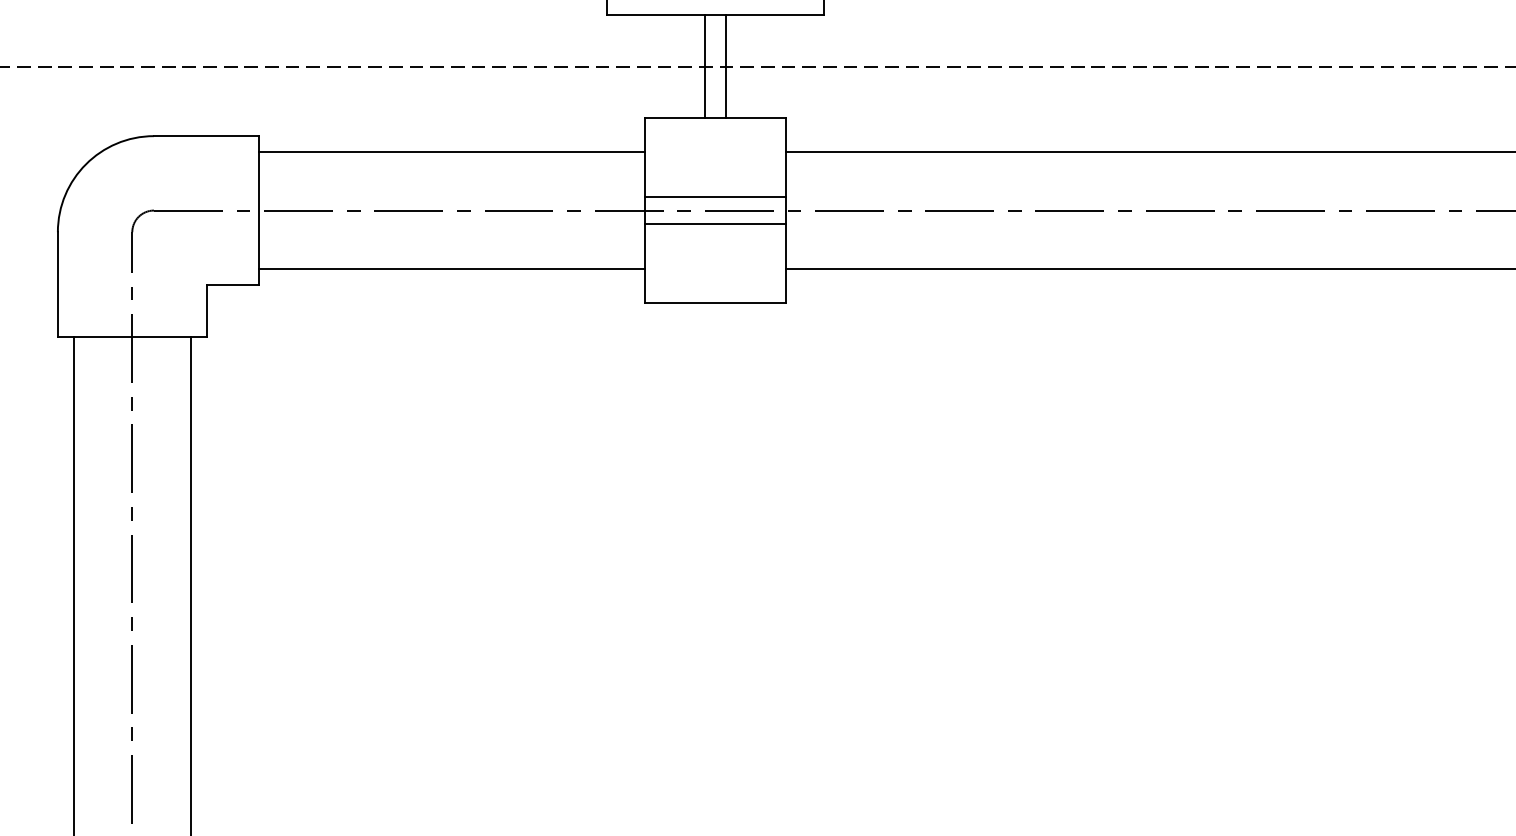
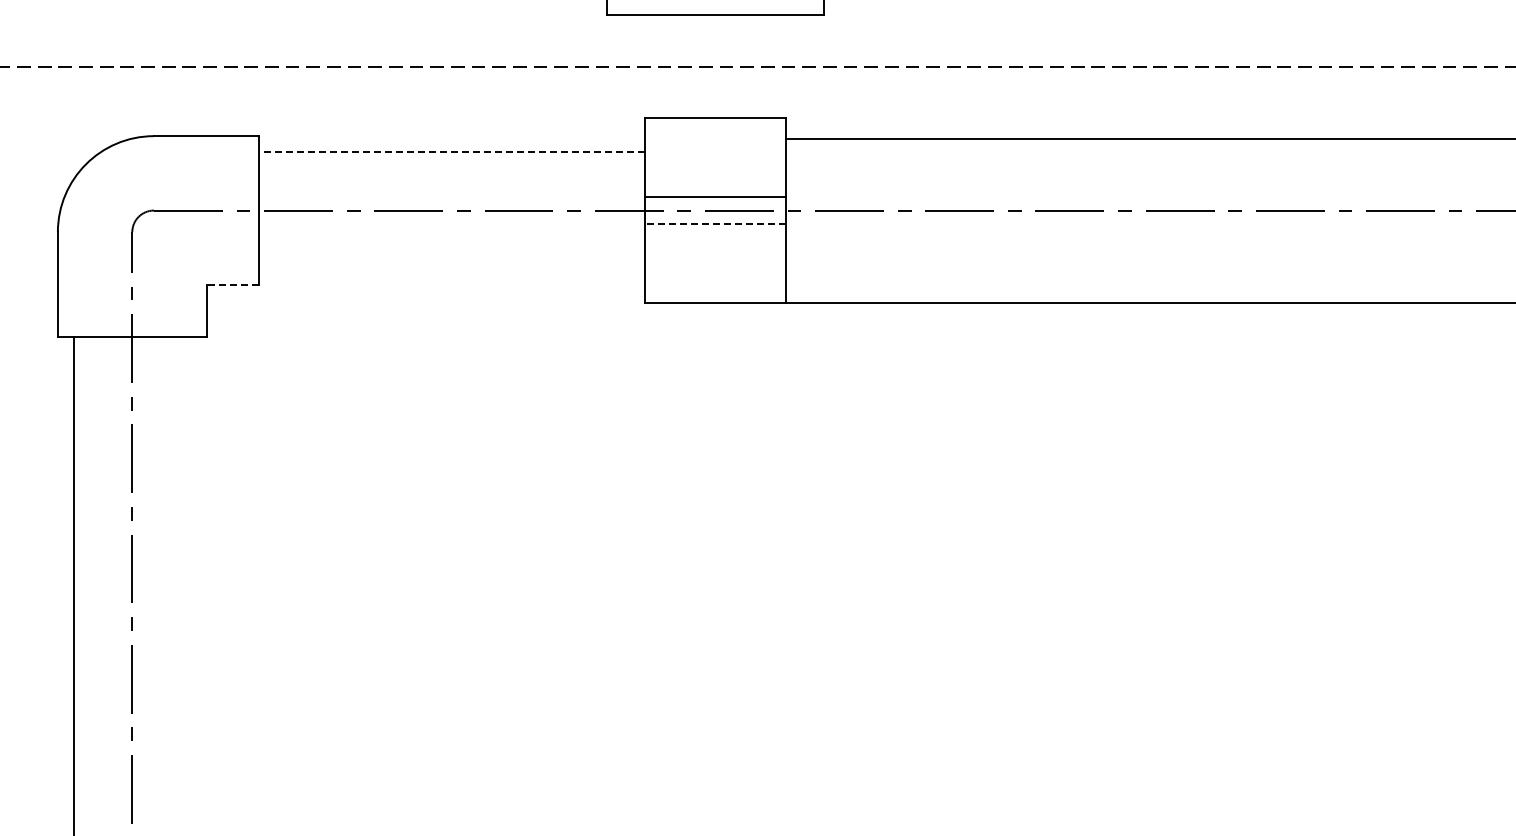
line at (704, 66): present -> none
line at (726, 66): present -> none
line at (451, 152): solid -> dashed
line at (1149, 152) position: (1149, 152) -> (1149, 139)
line at (715, 224): solid -> dashed
line at (451, 268): present -> none
line at (1149, 268) position: (1149, 268) -> (1149, 302)
line at (232, 284): solid -> dashed
line at (190, 584): present -> none
